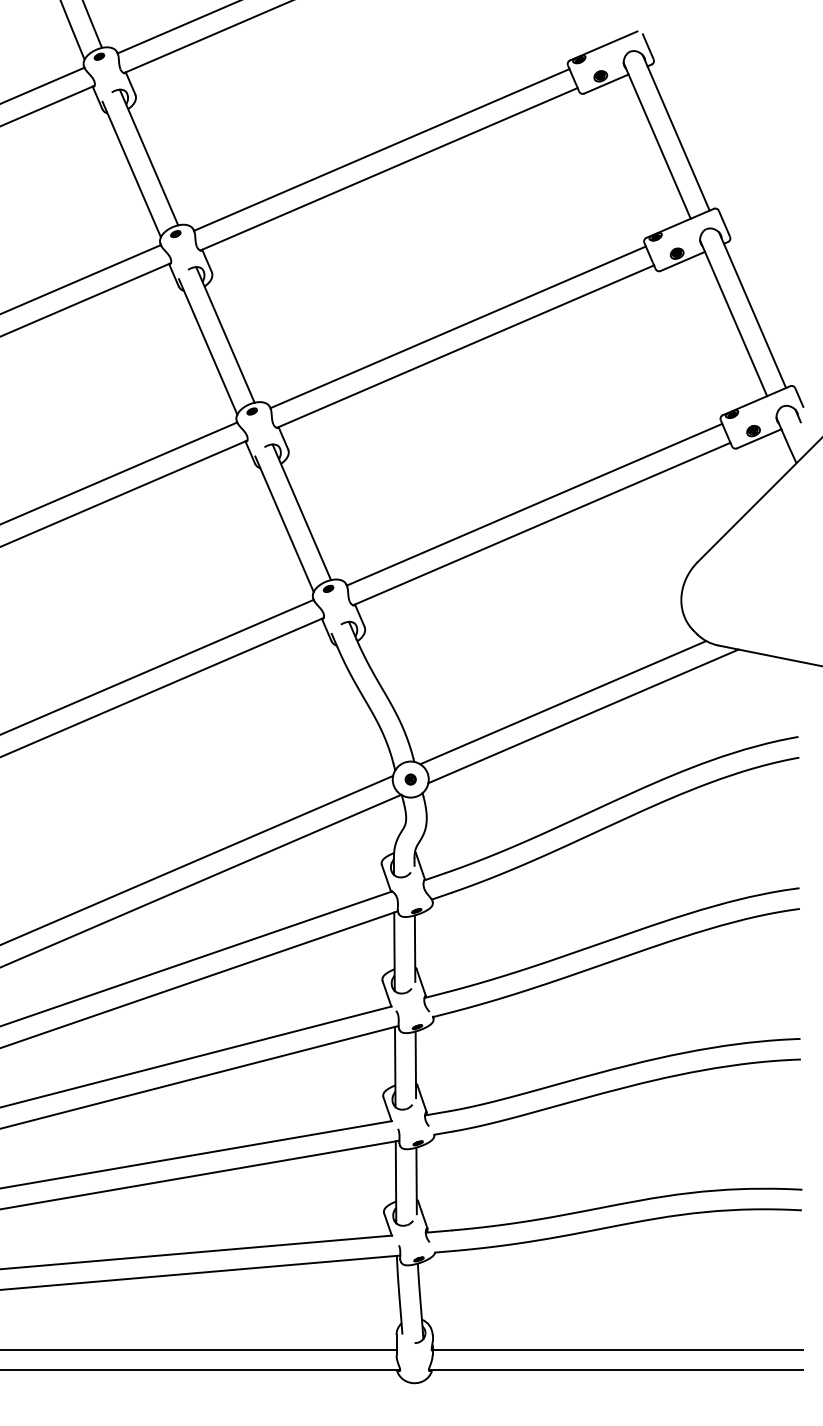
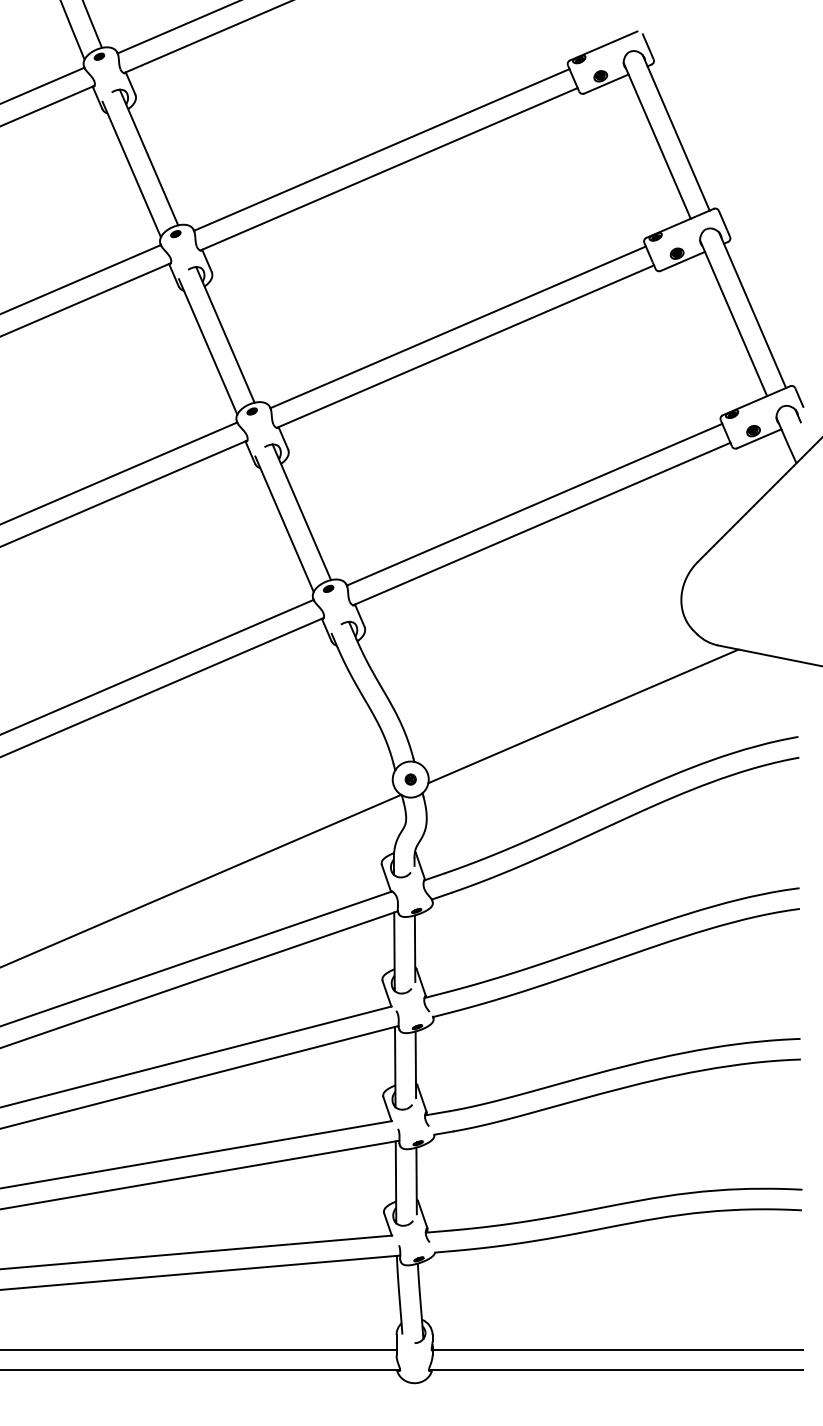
line at (563, 702): present -> none
line at (197, 859): present -> none
